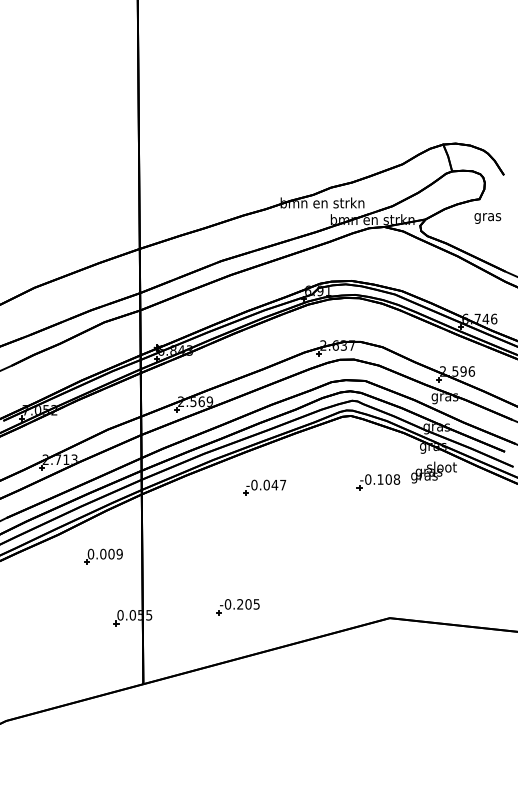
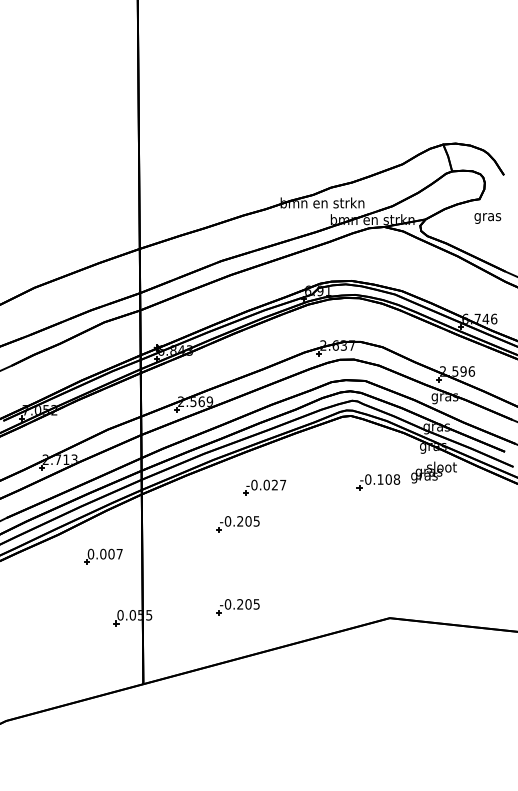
text at (274, 484): -0.047 -> -0.027
part at (237, 524): none -> present
text at (119, 553): 0.009 -> 0.007
